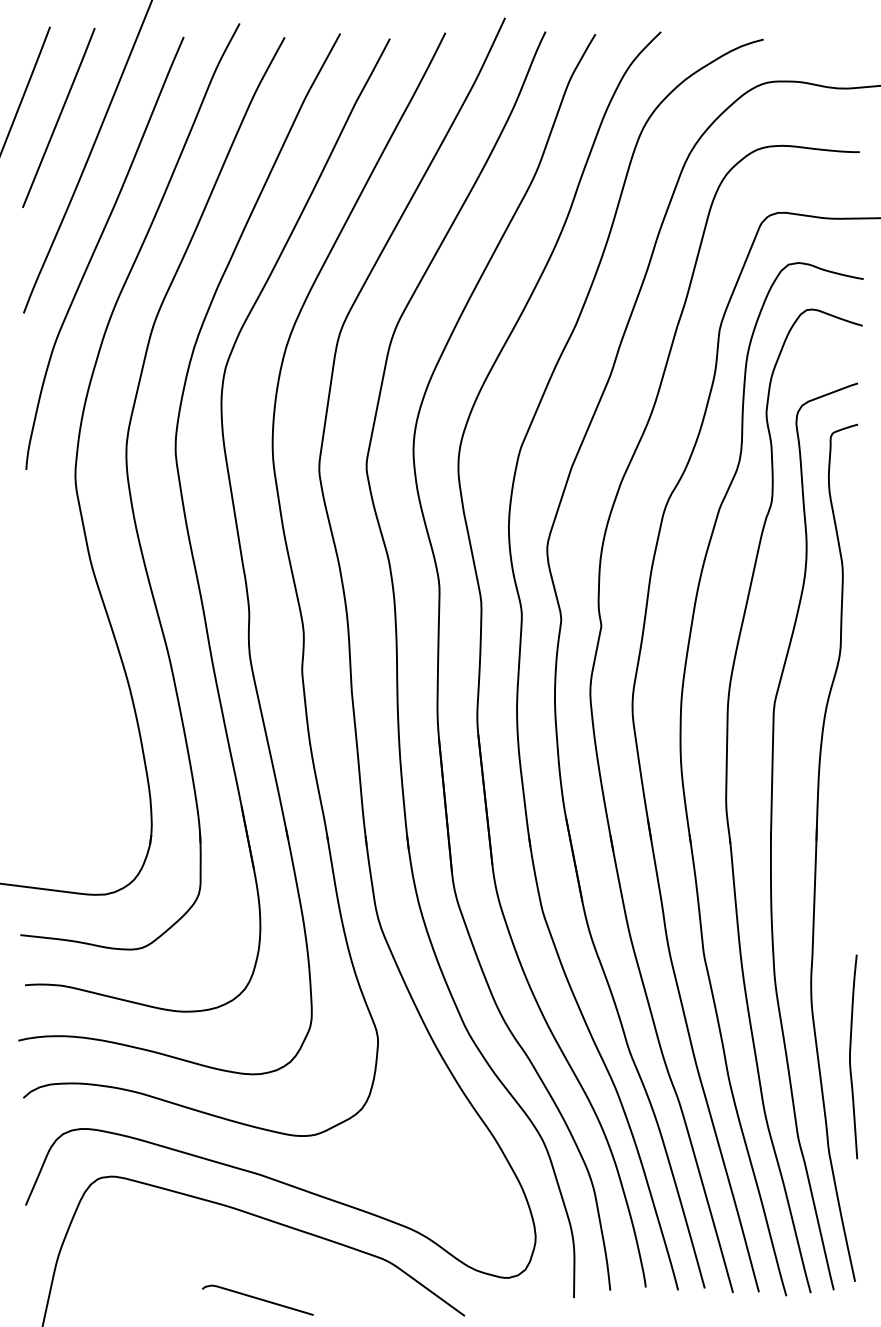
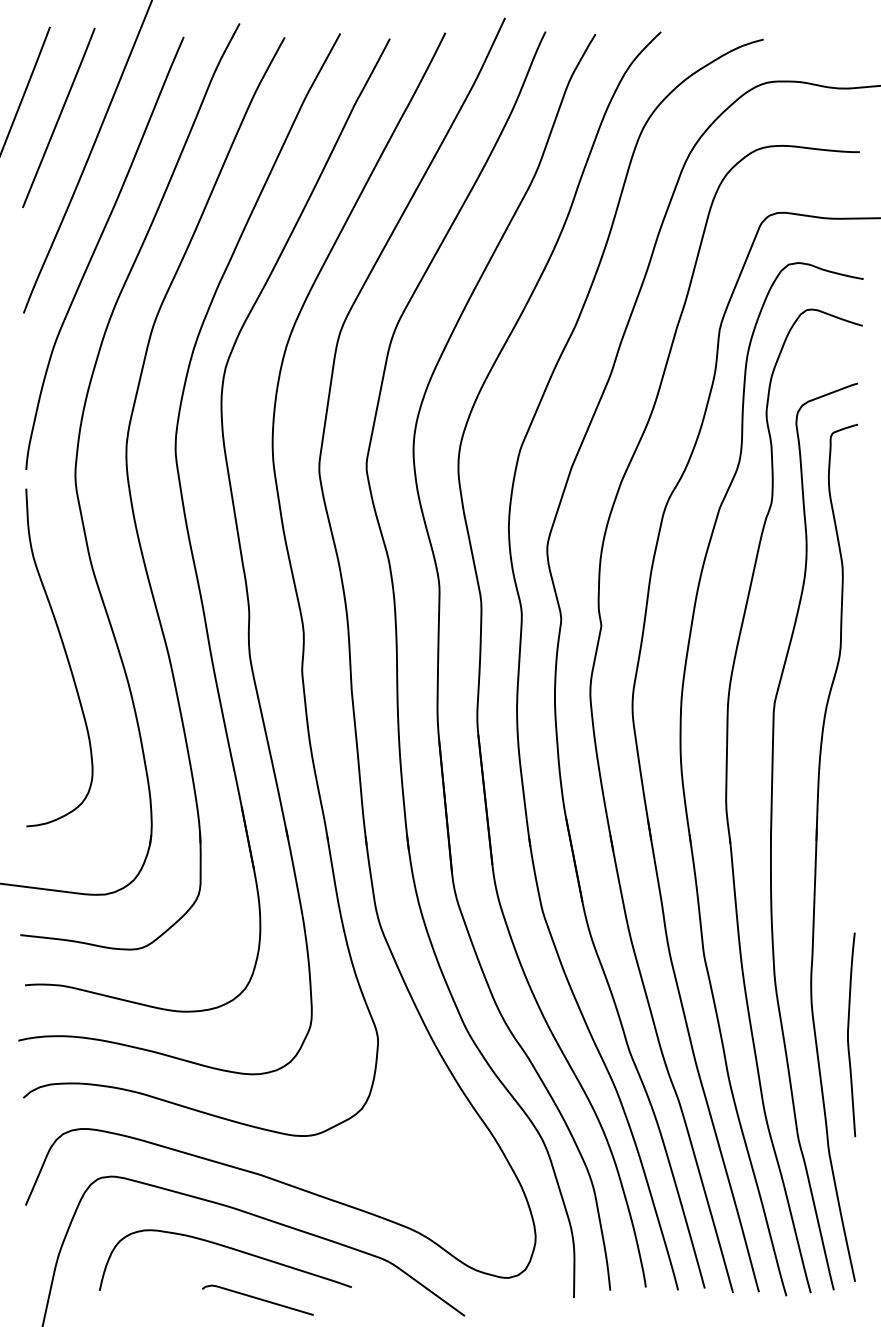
curve at (65, 655): none -> present
curve at (850, 1056) position: (850, 1056) -> (848, 1034)
curve at (227, 1248): none -> present
